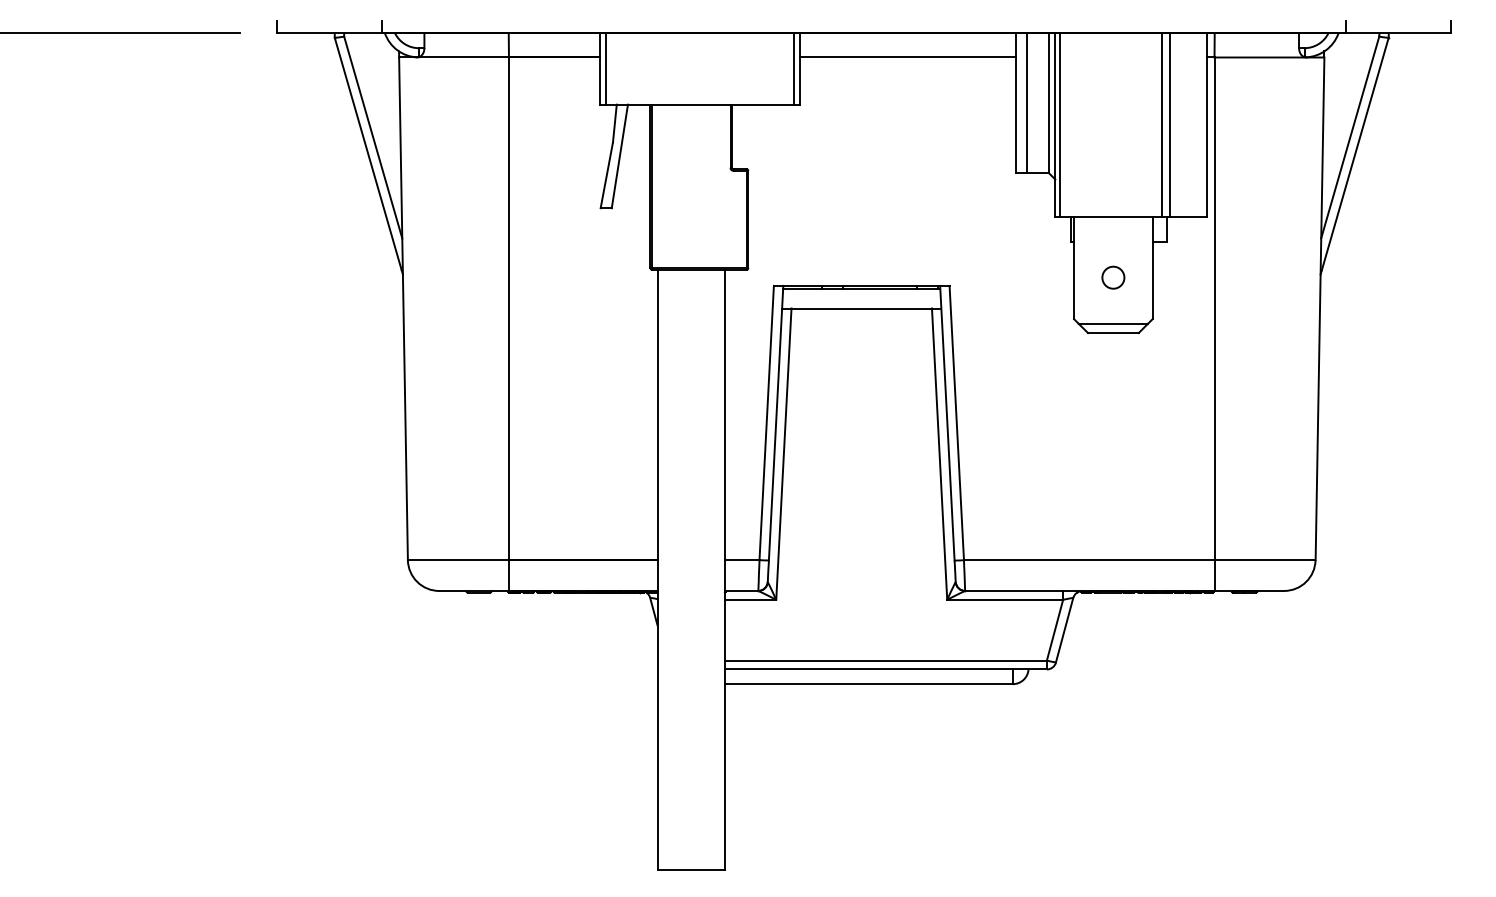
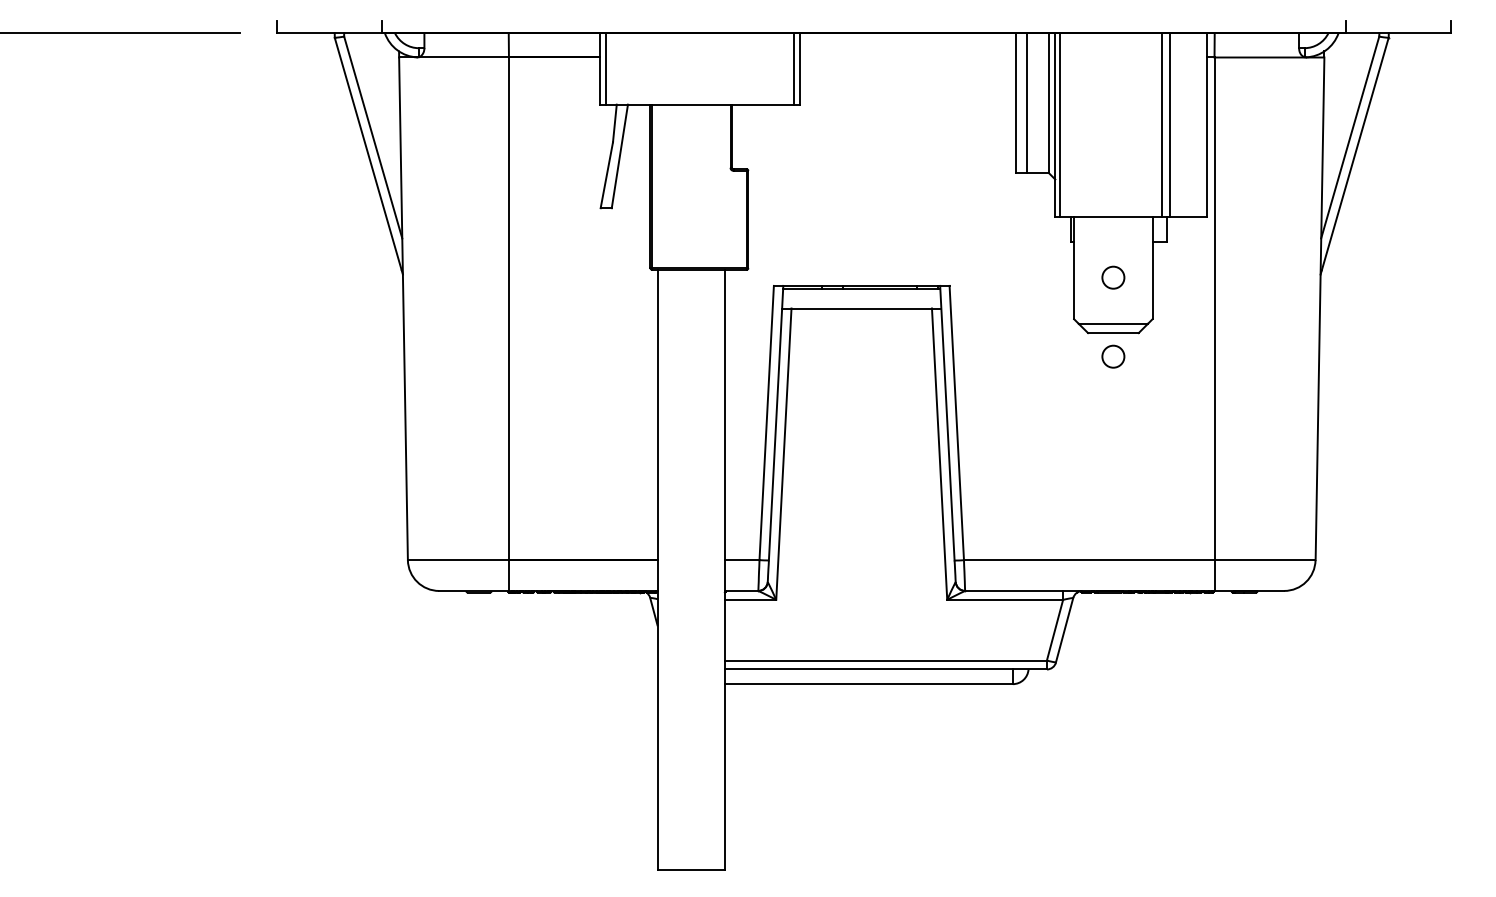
line at (908, 57): present -> none
circle at (1113, 356): none -> present
